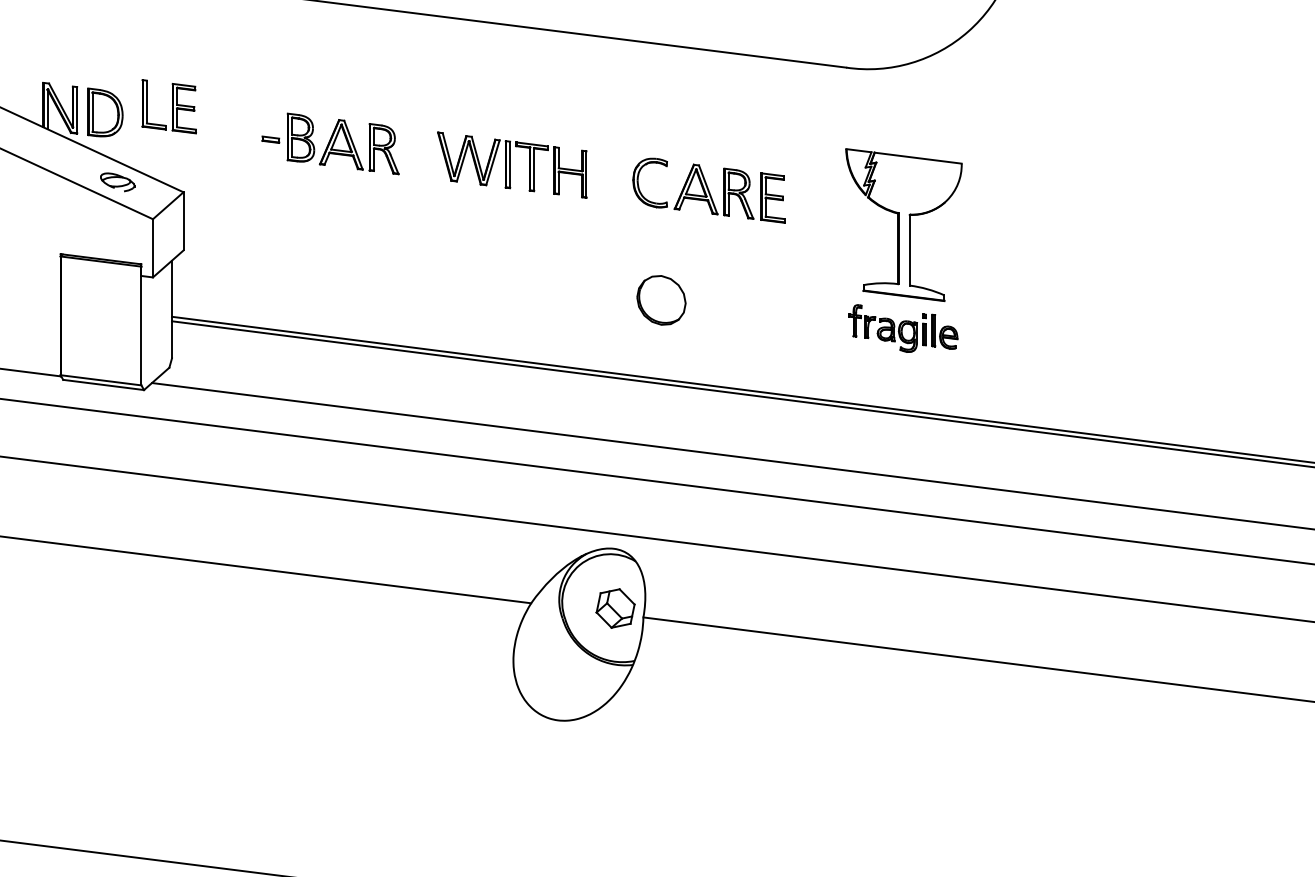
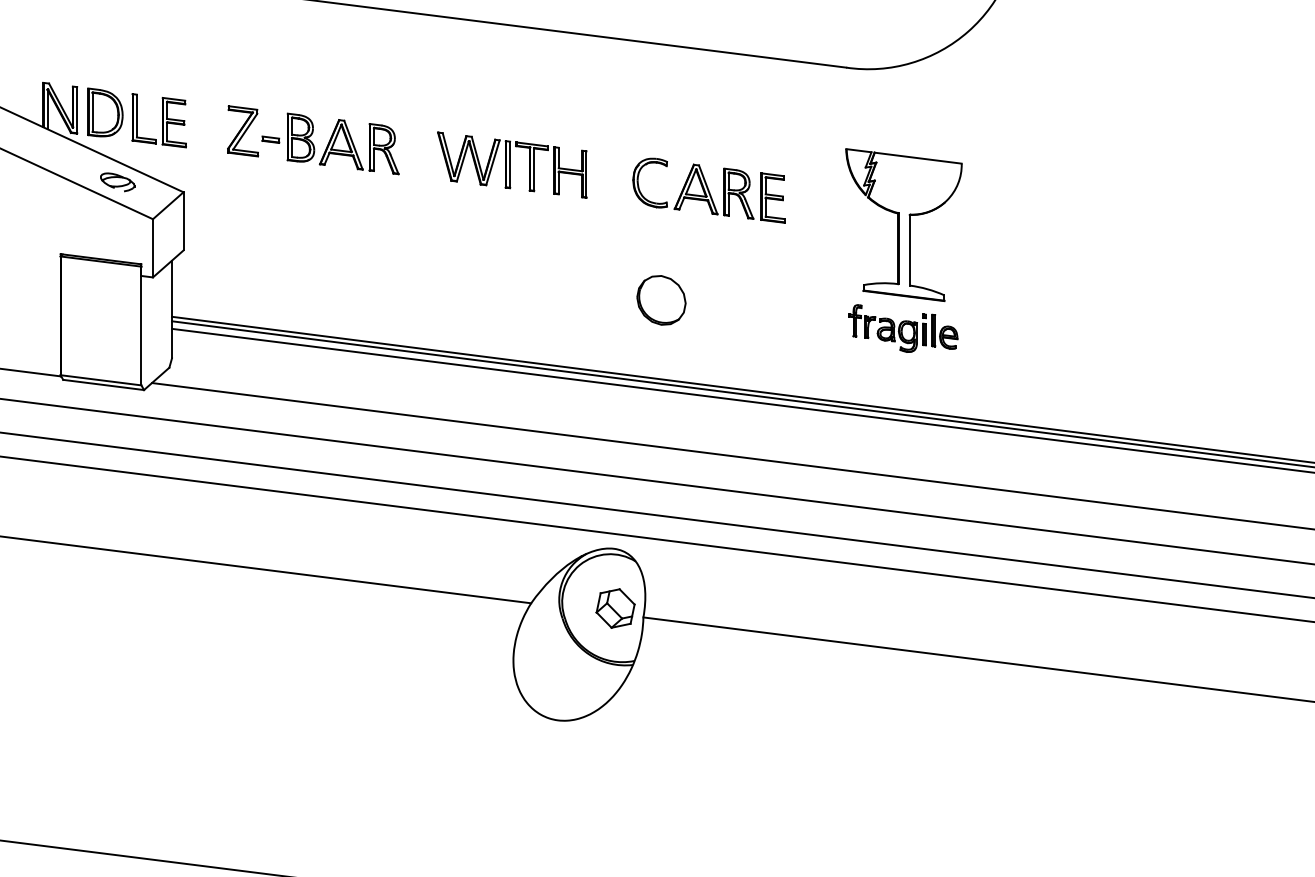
part at (168, 106) position: (168, 106) -> (158, 120)
part at (243, 131): none -> present
line at (741, 400): none -> present
line at (656, 514): none -> present
